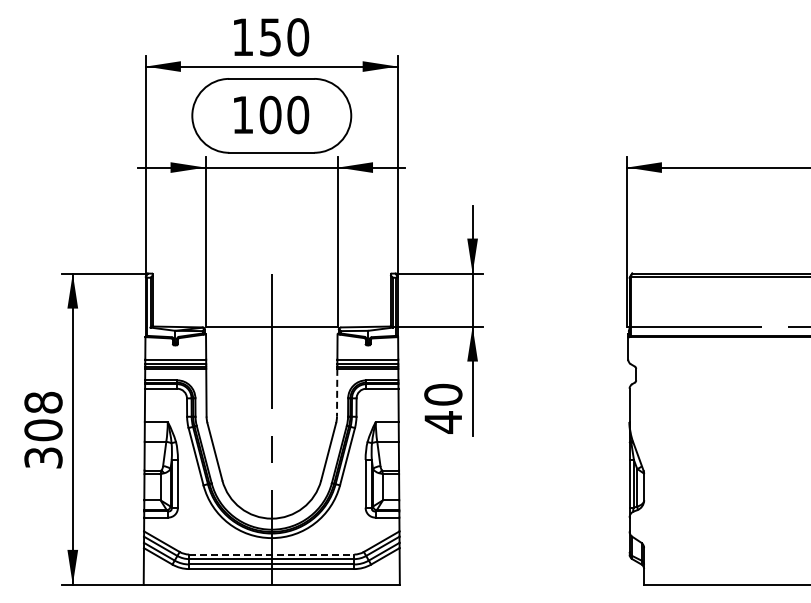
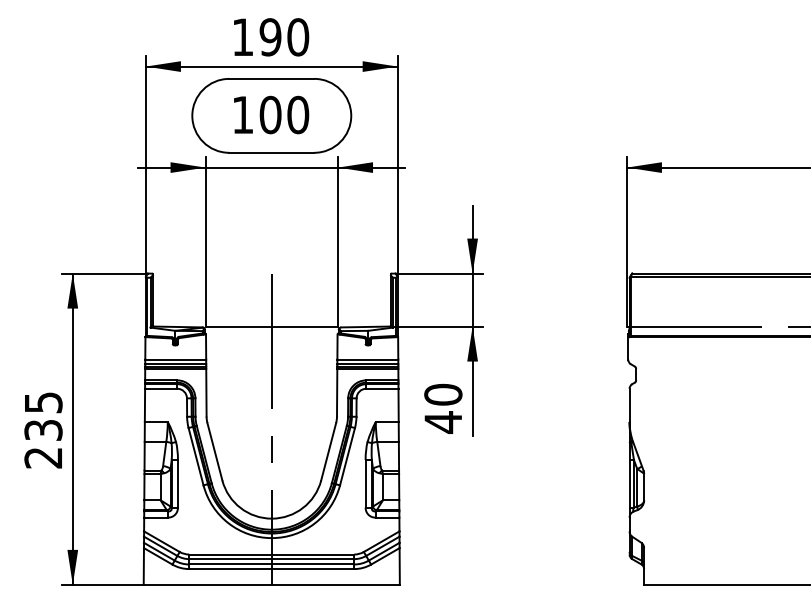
text at (270, 37): 150 -> 190
line at (337, 392): dashed -> solid
text at (43, 429): 308 -> 235
line at (271, 554): dashed -> solid
